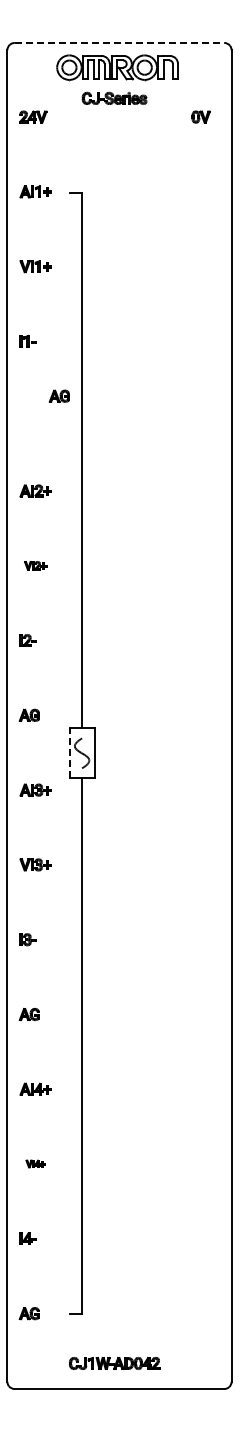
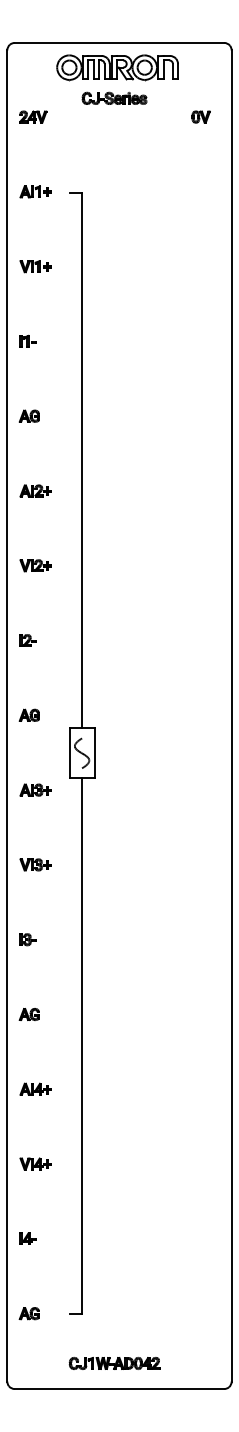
line at (119, 42): dashed -> solid
part at (58, 395) position: (58, 395) -> (28, 415)
part at (35, 565) size: 24x10 px -> 33x14 px
line at (69, 753): dashed -> solid
part at (35, 1163) size: 21x10 px -> 33x14 px
